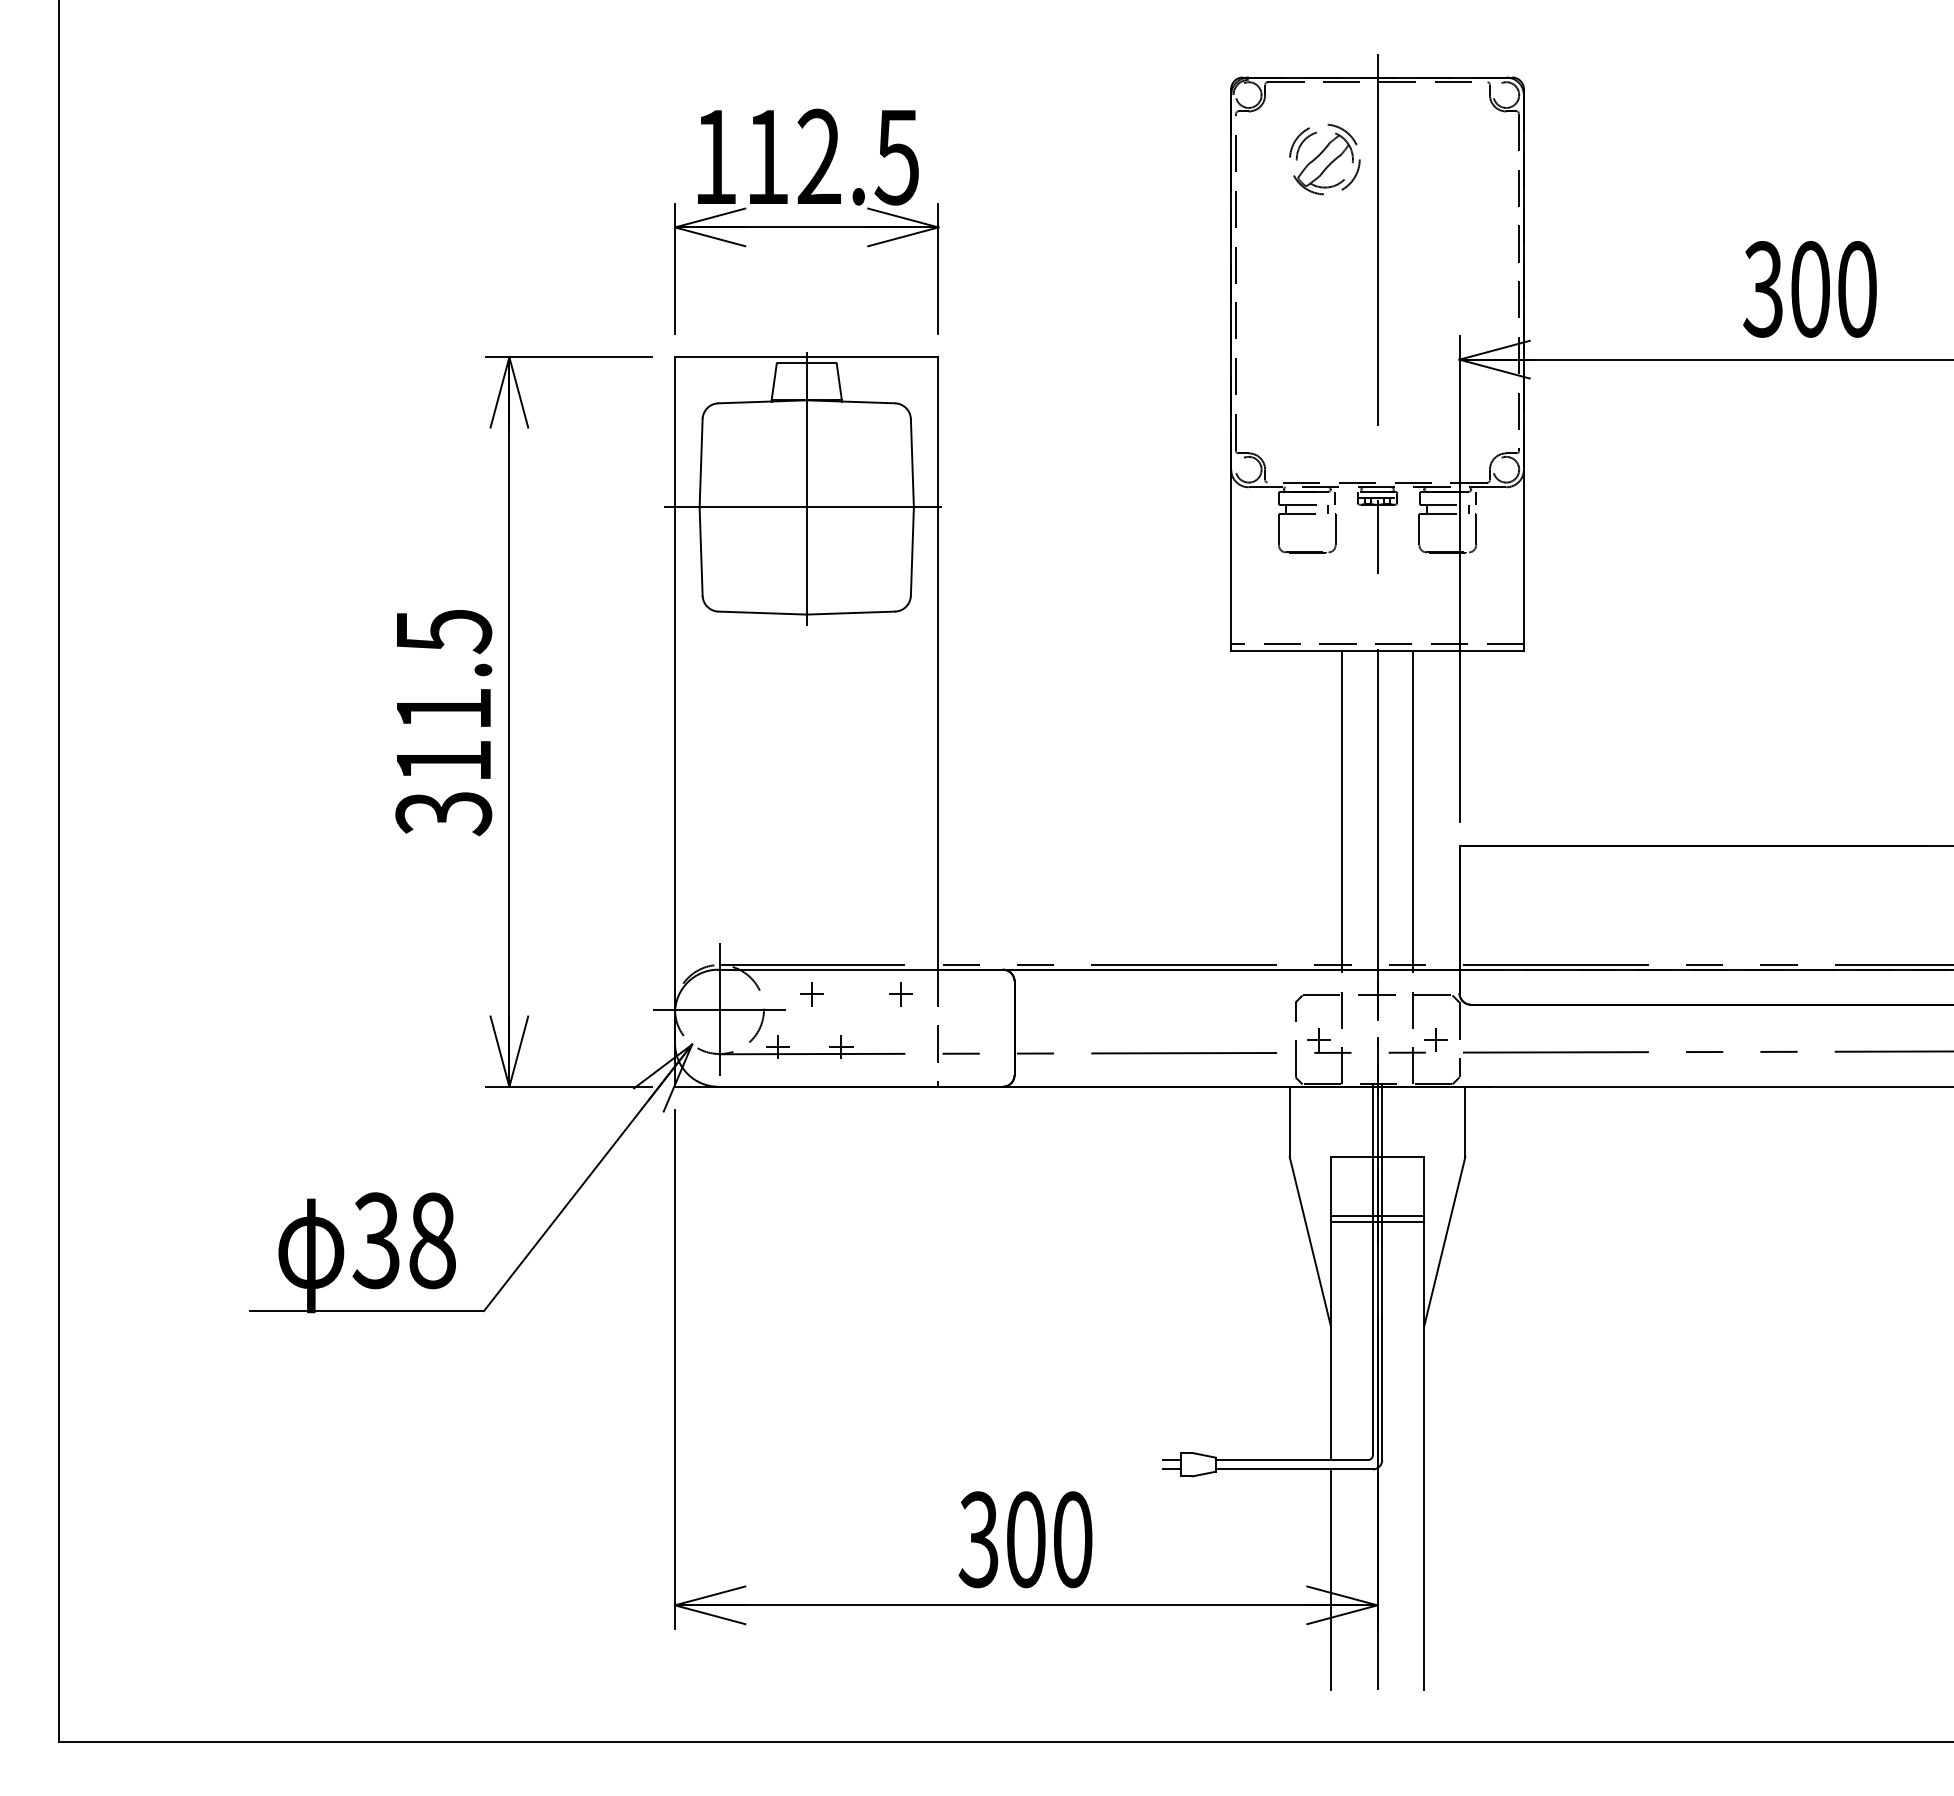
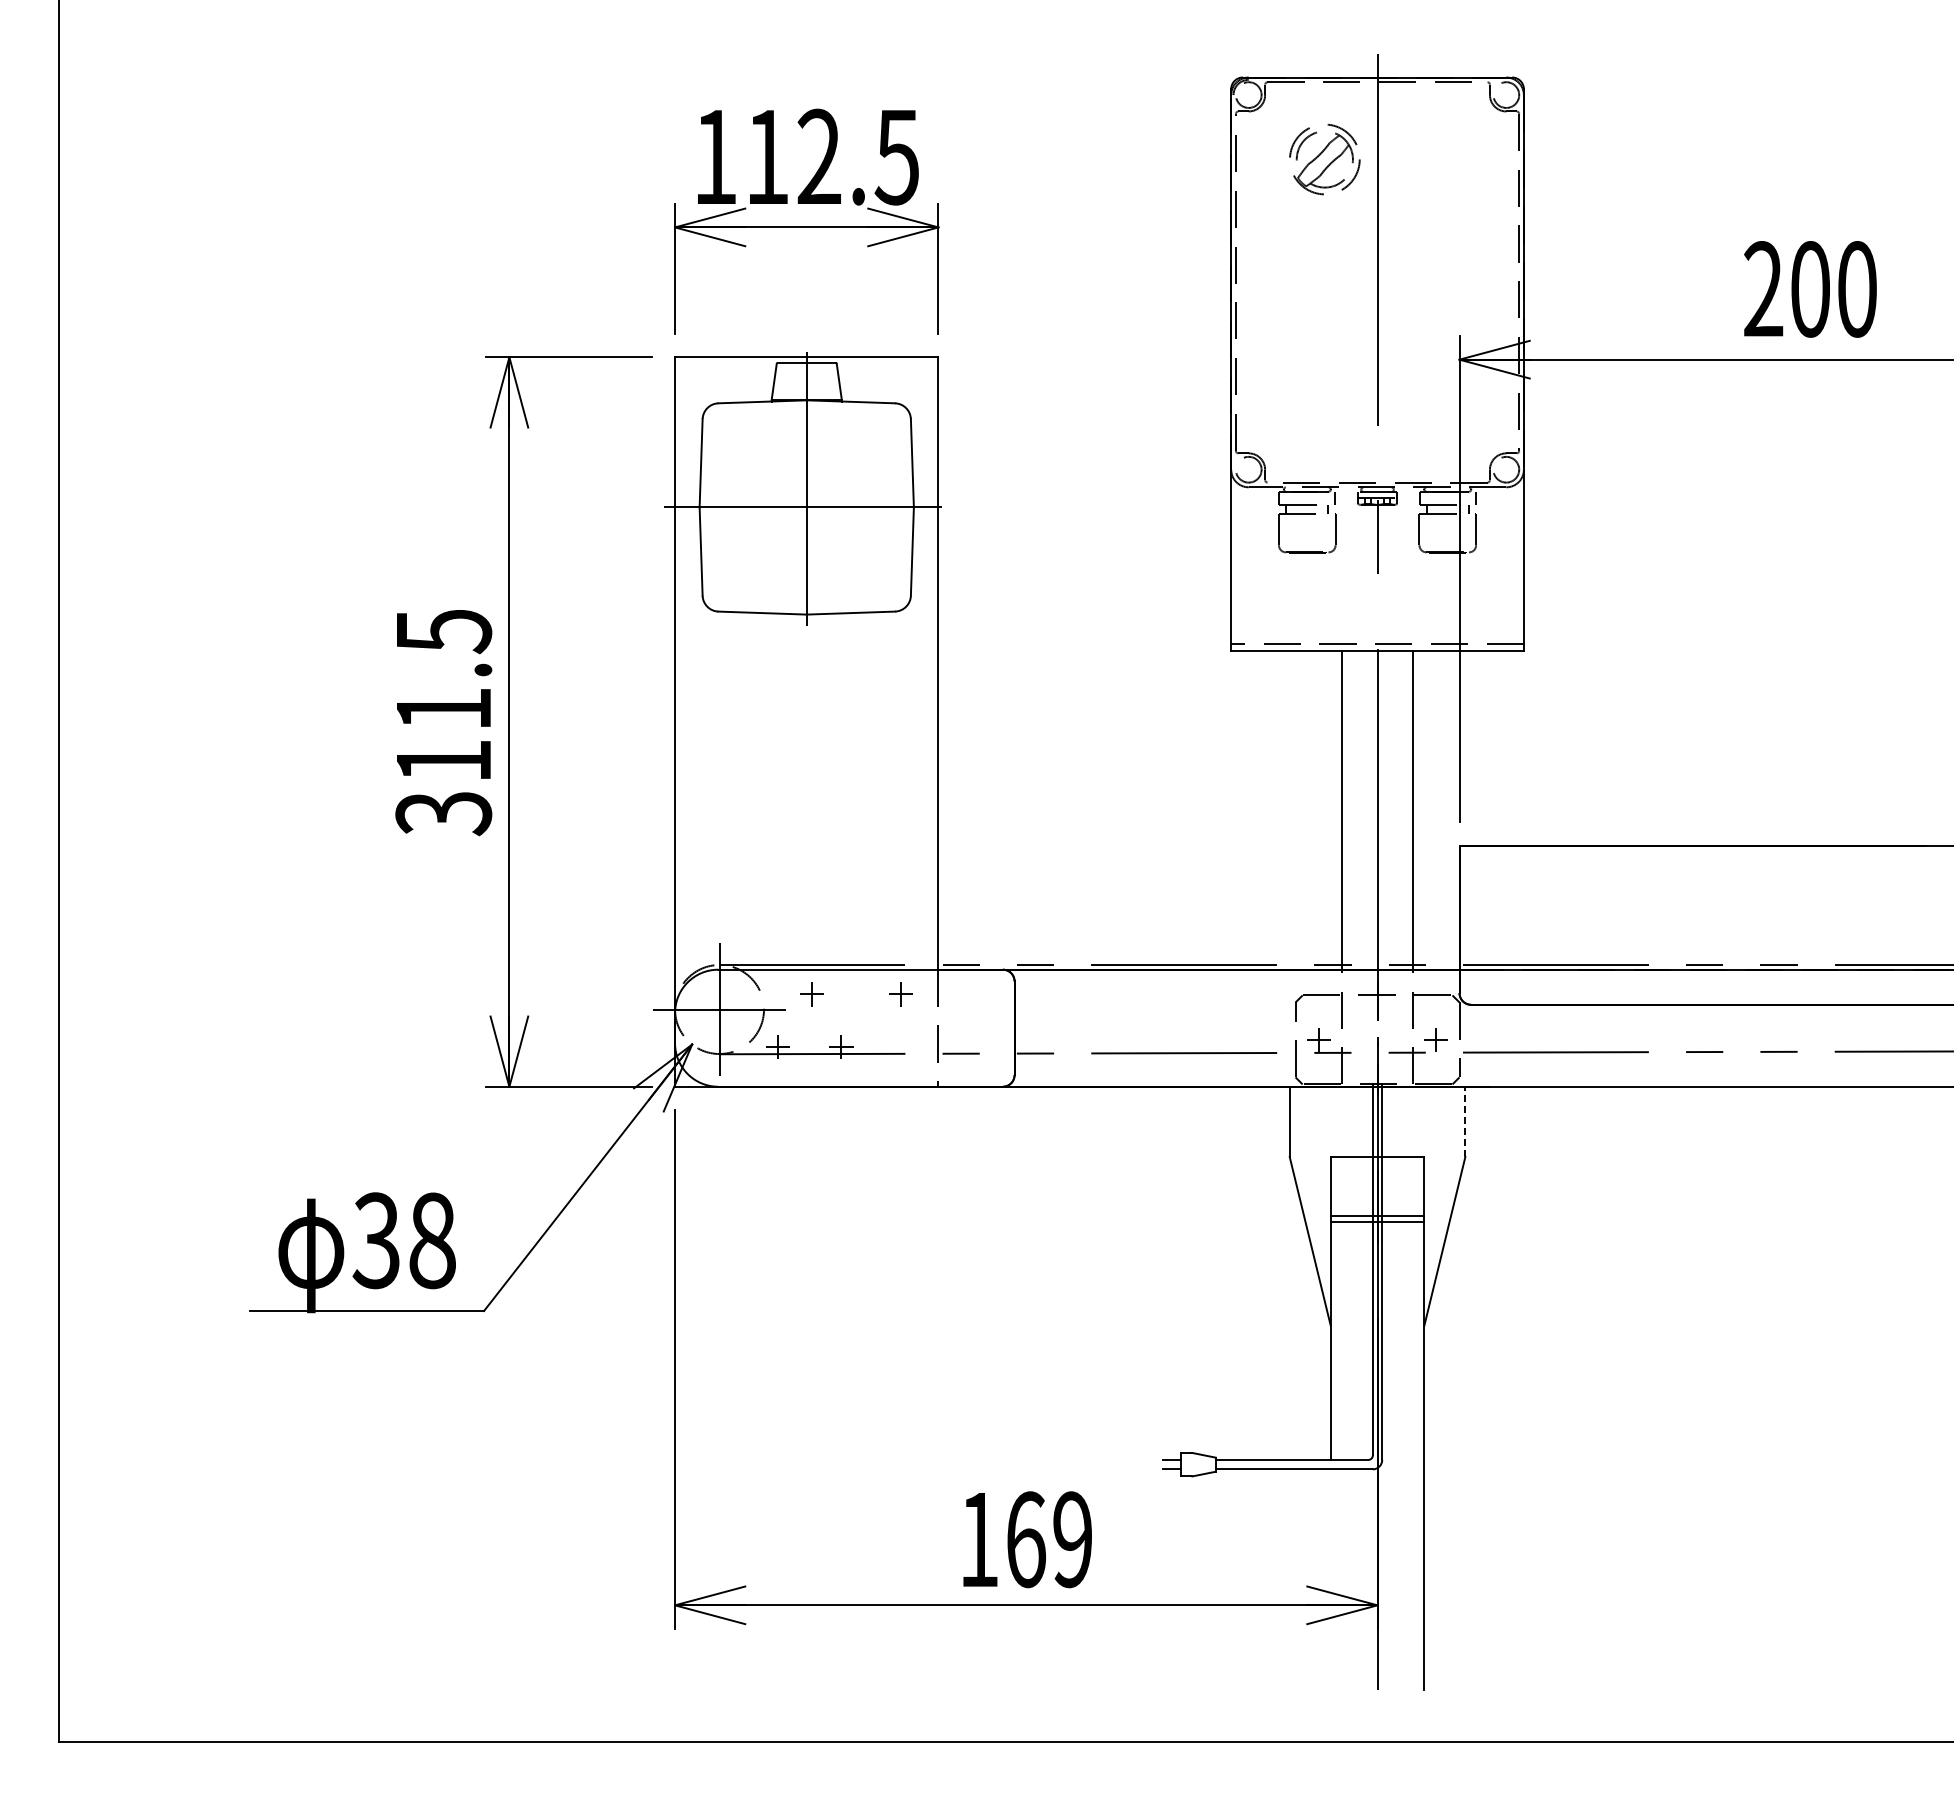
text at (1763, 289): 300 -> 200
line at (1465, 1121): solid -> dashed
text at (1025, 1539): 300 -> 169
line at (1330, 1579): present -> none
